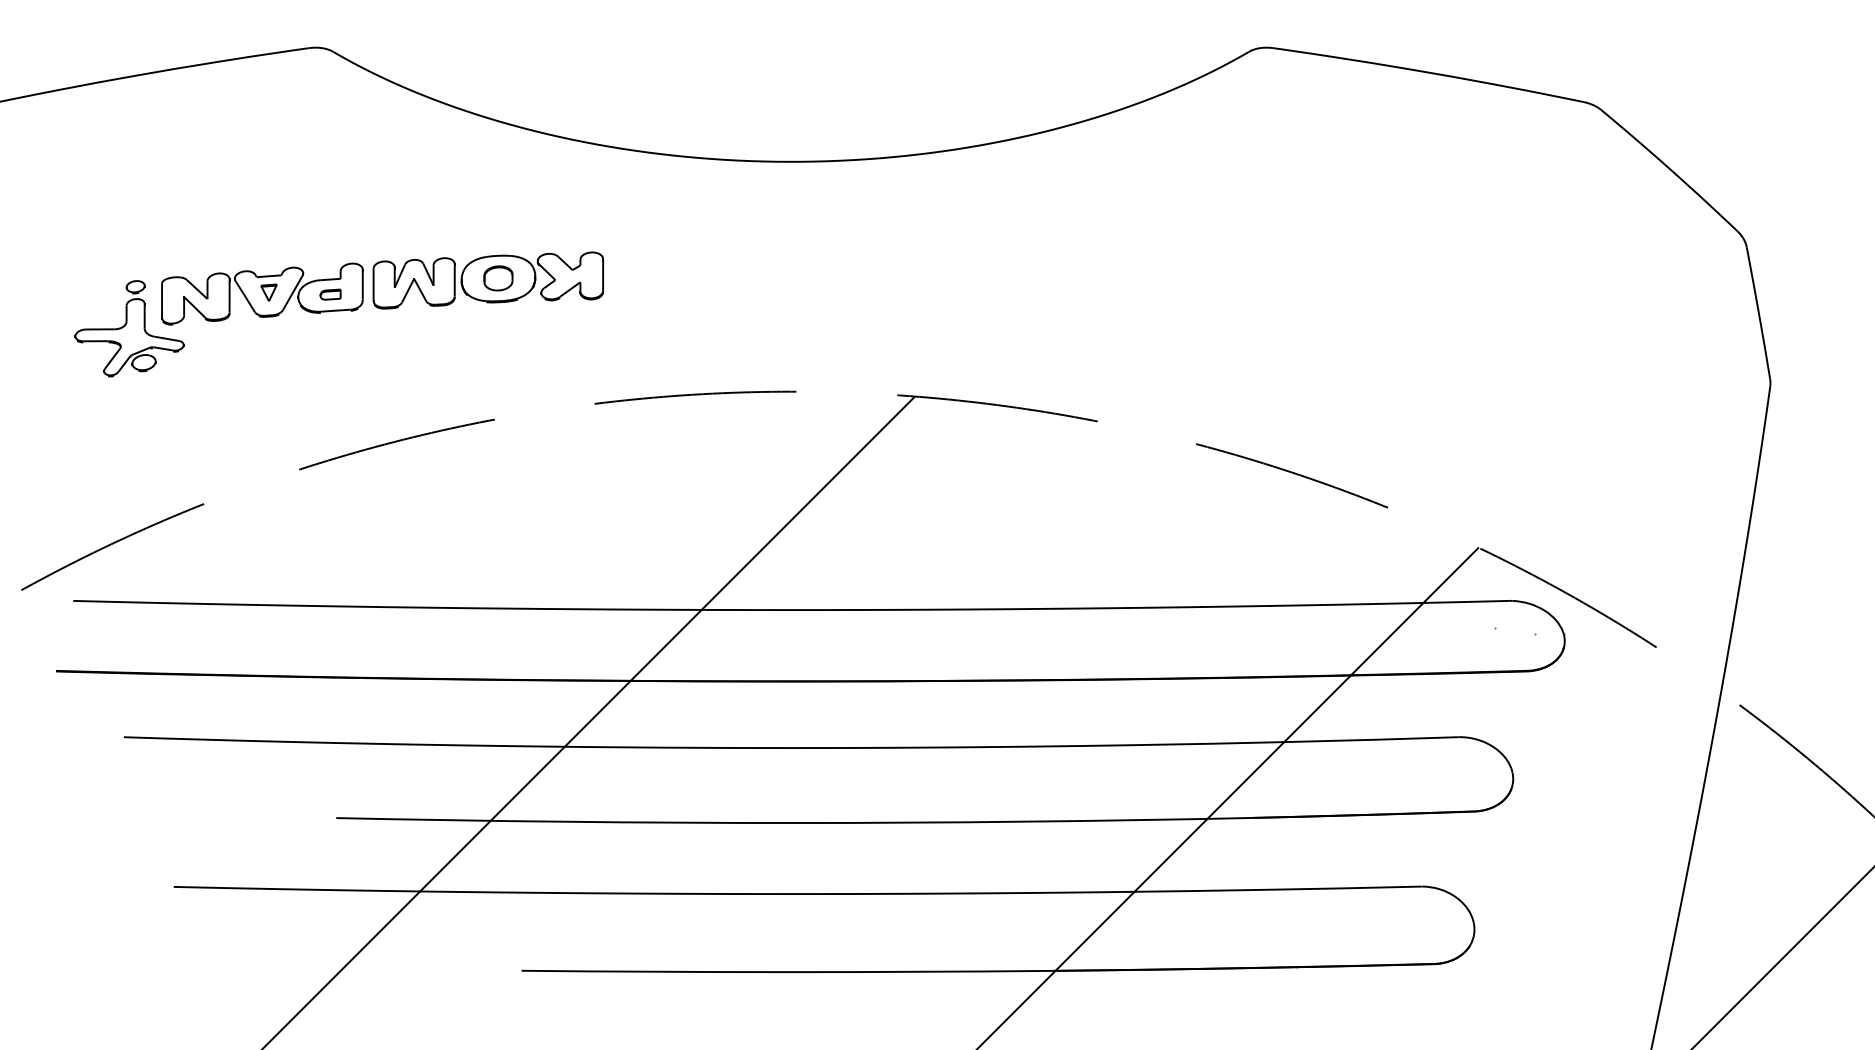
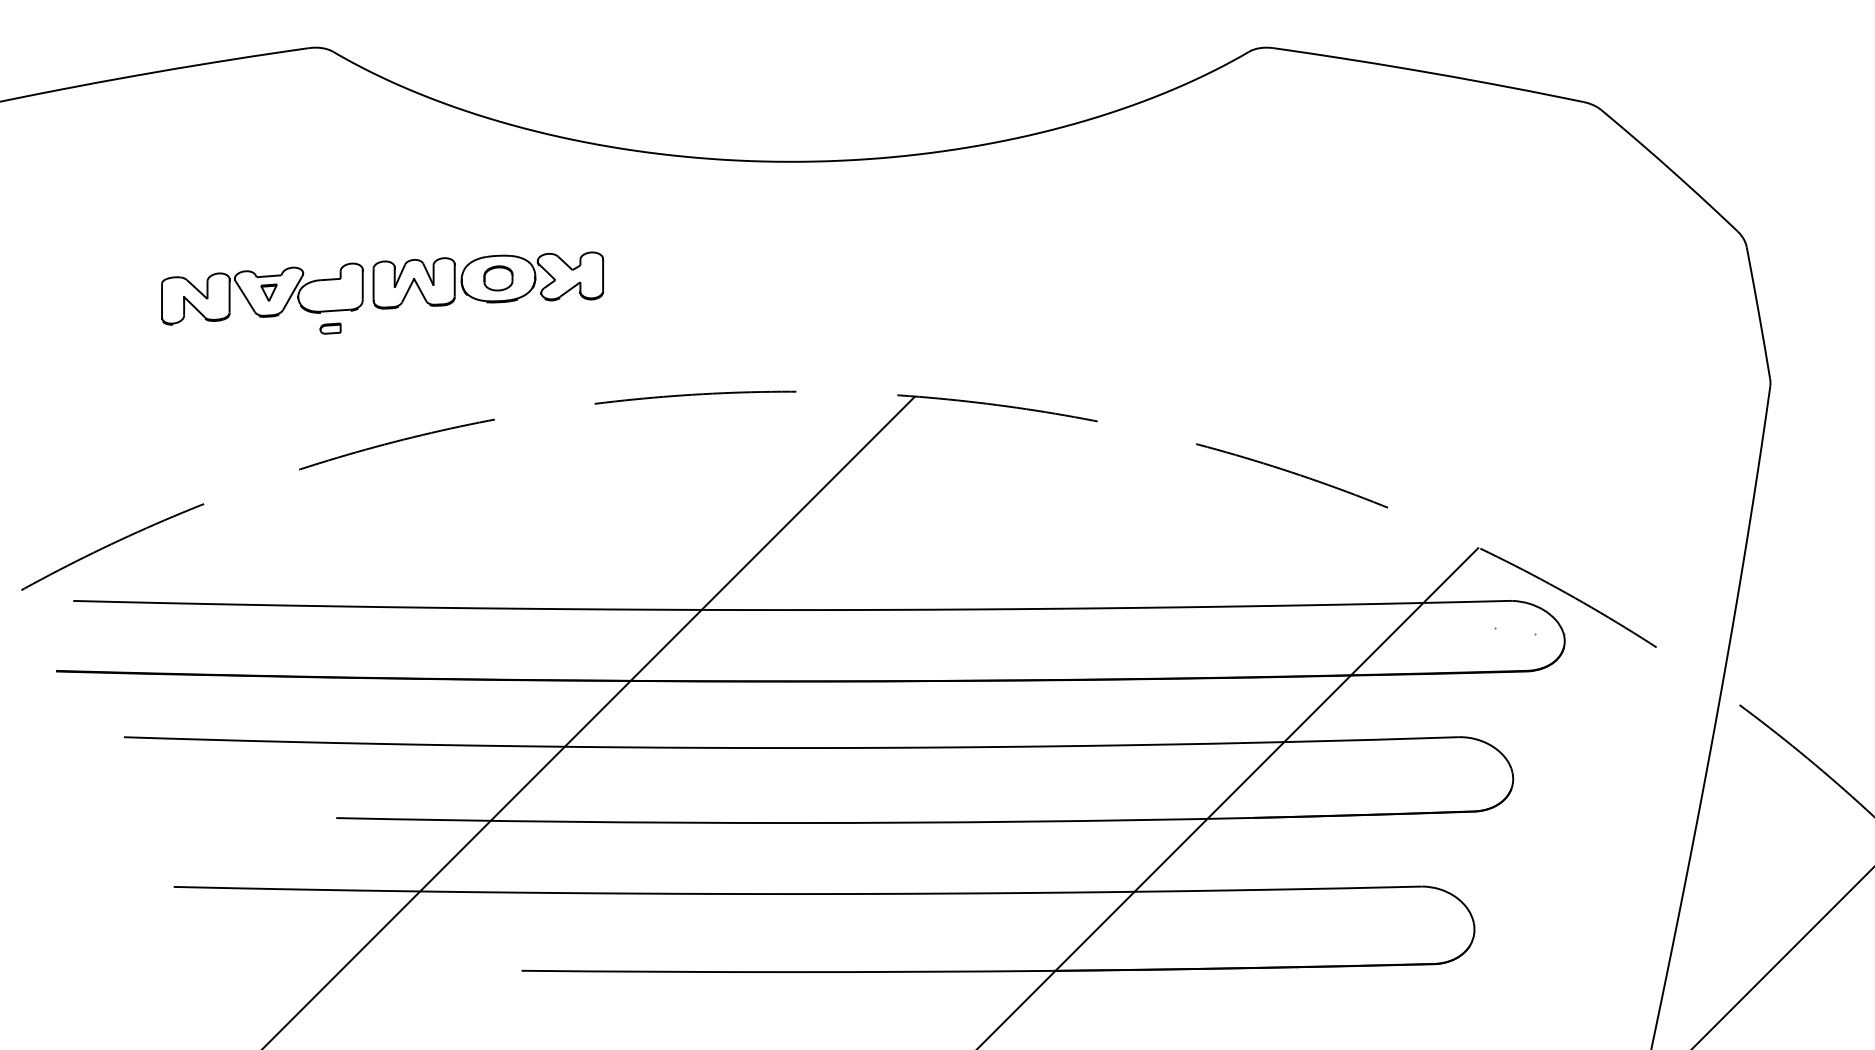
part at (330, 294) position: (330, 294) -> (330, 328)
part at (129, 328): present -> none
